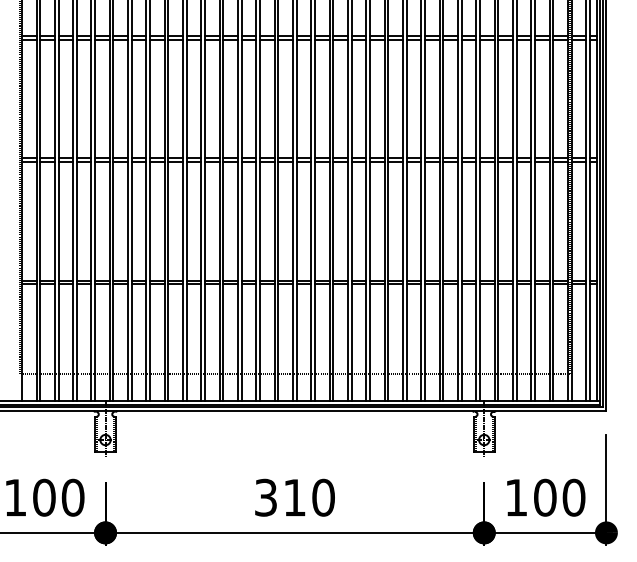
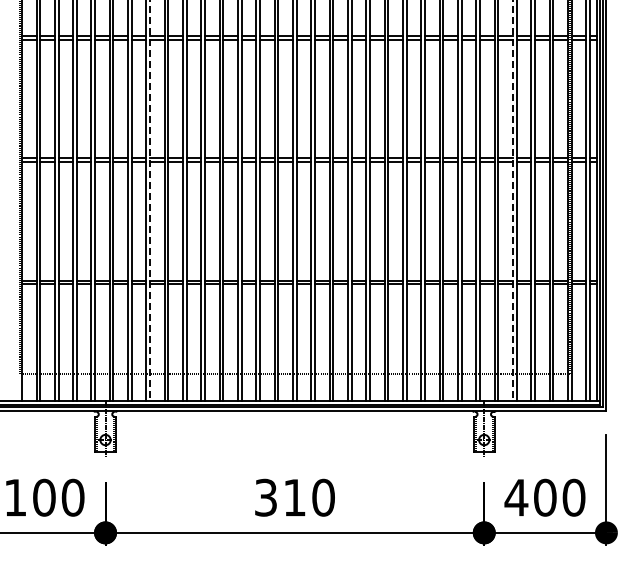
line at (150, 201): solid -> dashed
line at (512, 201): solid -> dashed
text at (516, 497): 100 -> 400
